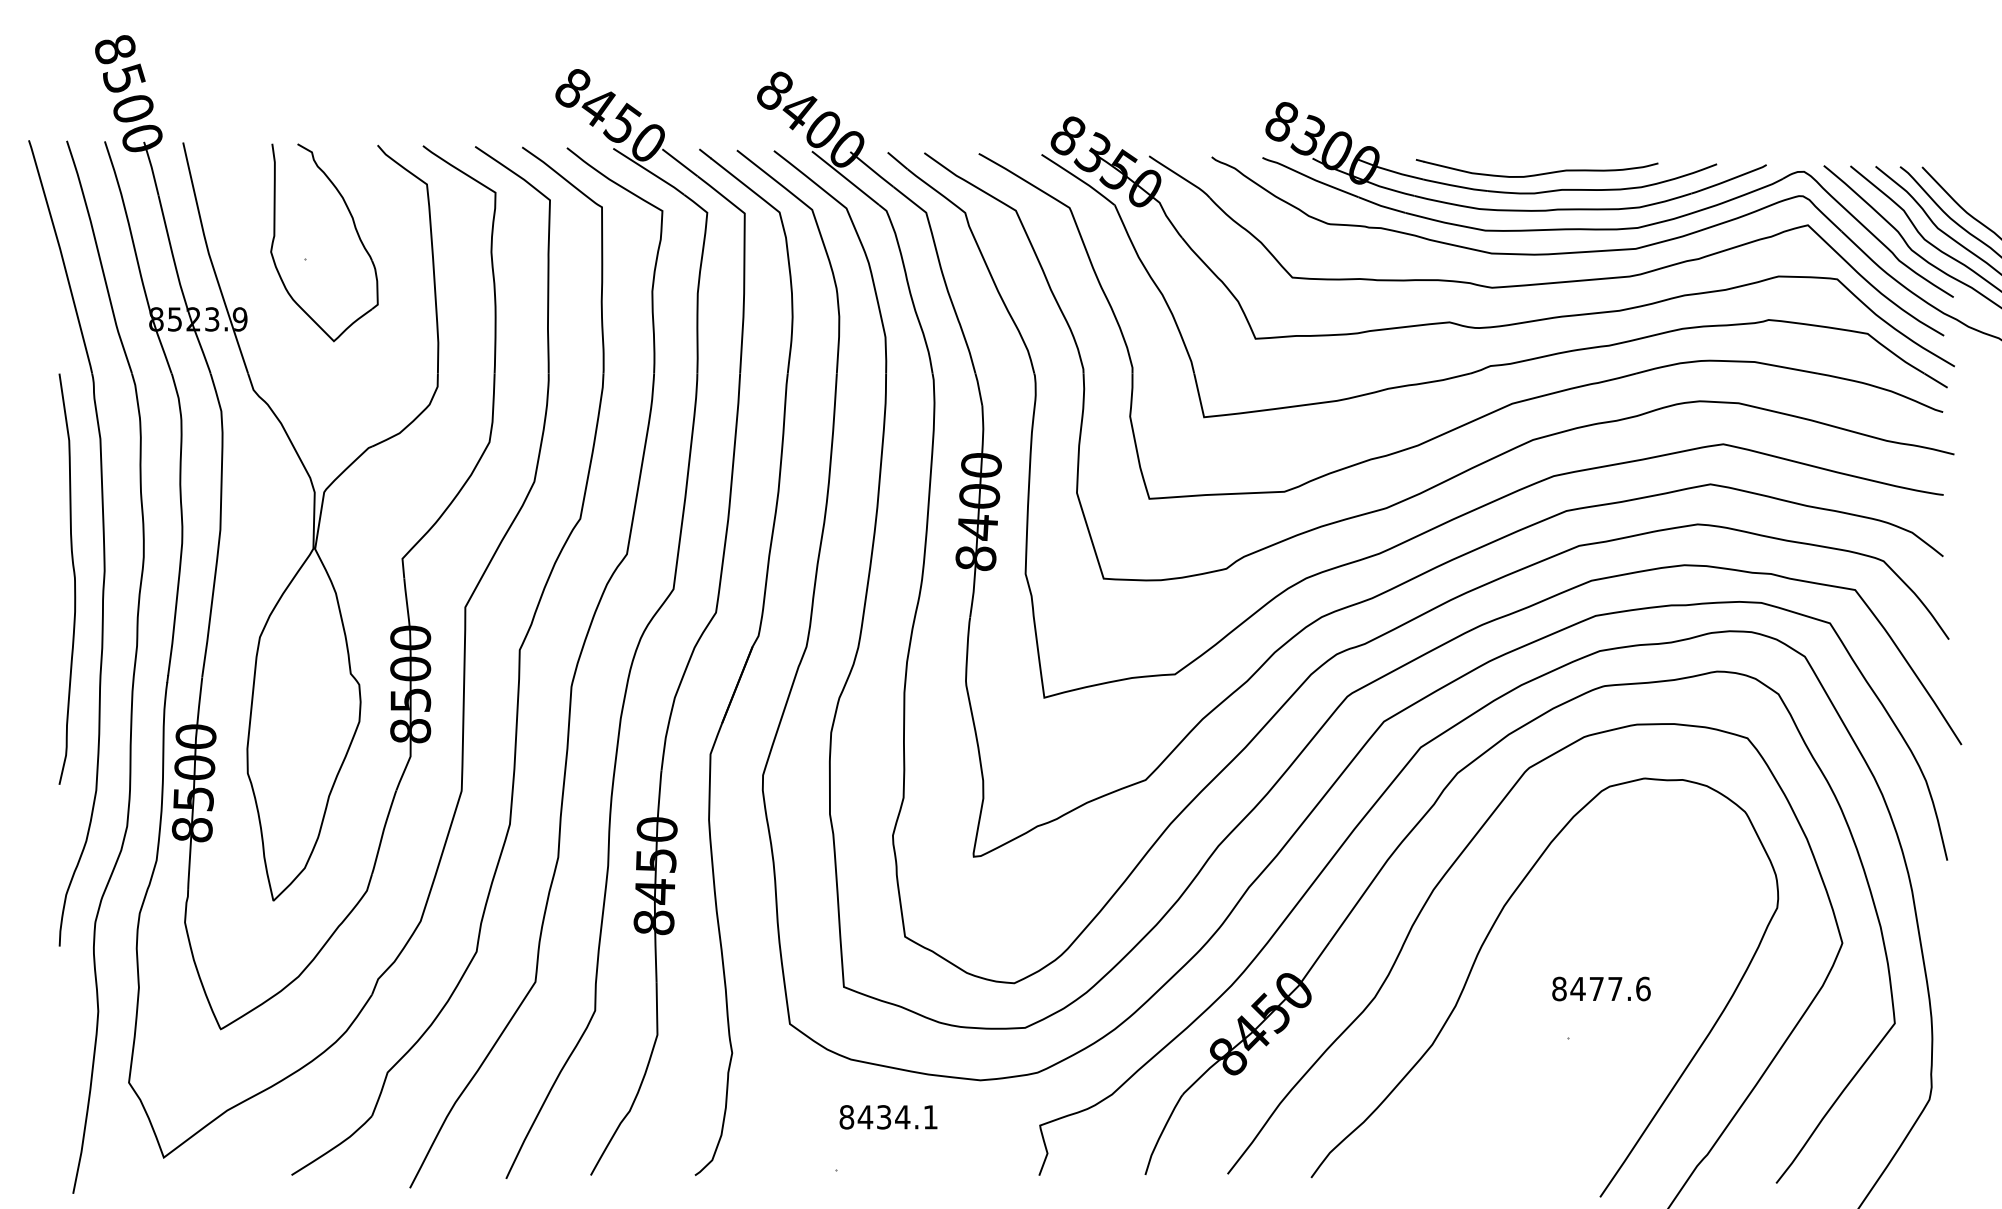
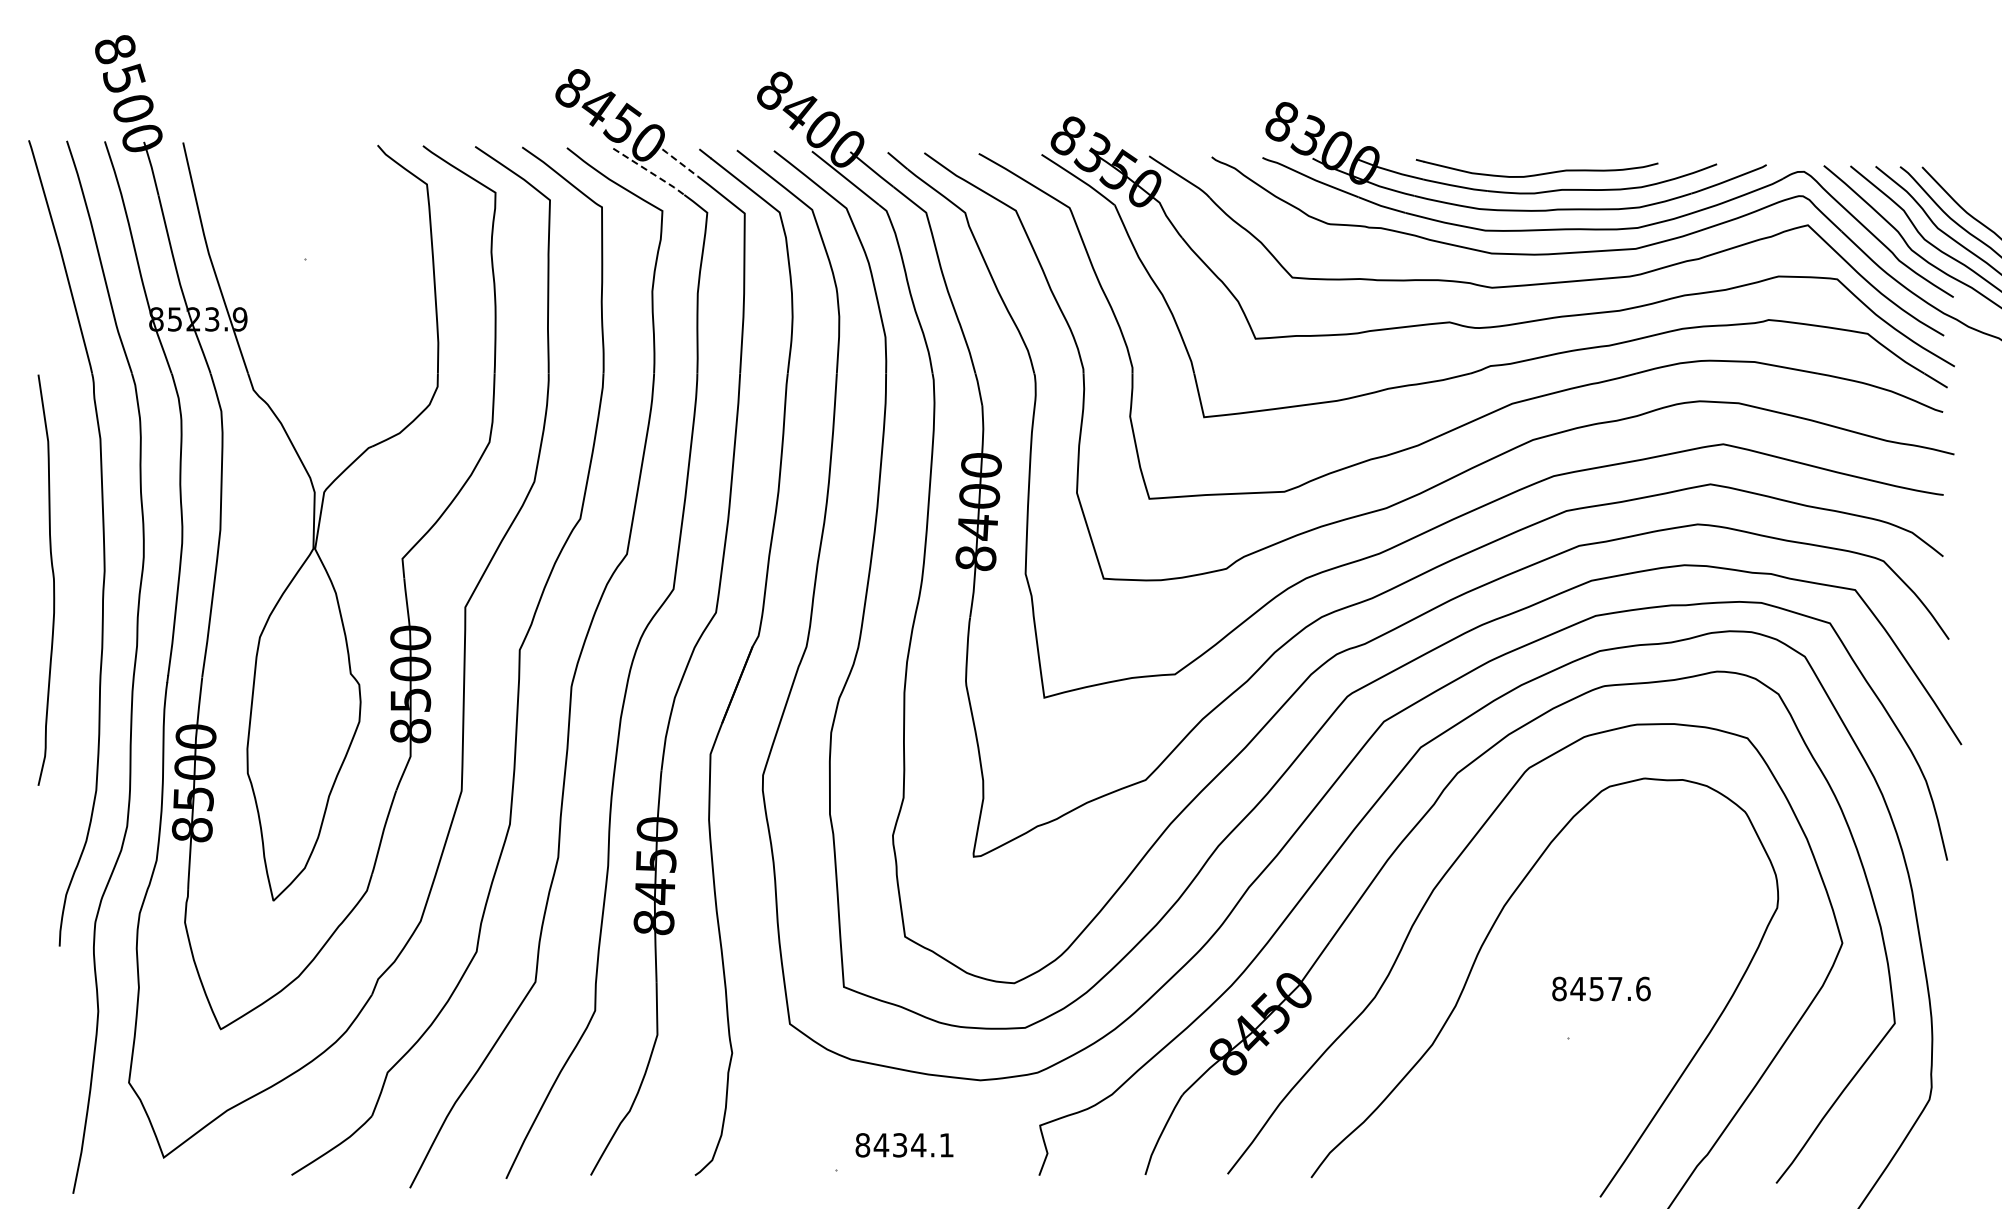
line at (678, 161): solid -> dashed
line at (650, 172): solid -> dashed
part at (354, 228): present -> none
curve at (73, 576) position: (73, 576) -> (52, 577)
text at (1596, 989): 8477.6 -> 8457.6
text at (888, 1117) position: (888, 1117) -> (904, 1145)
